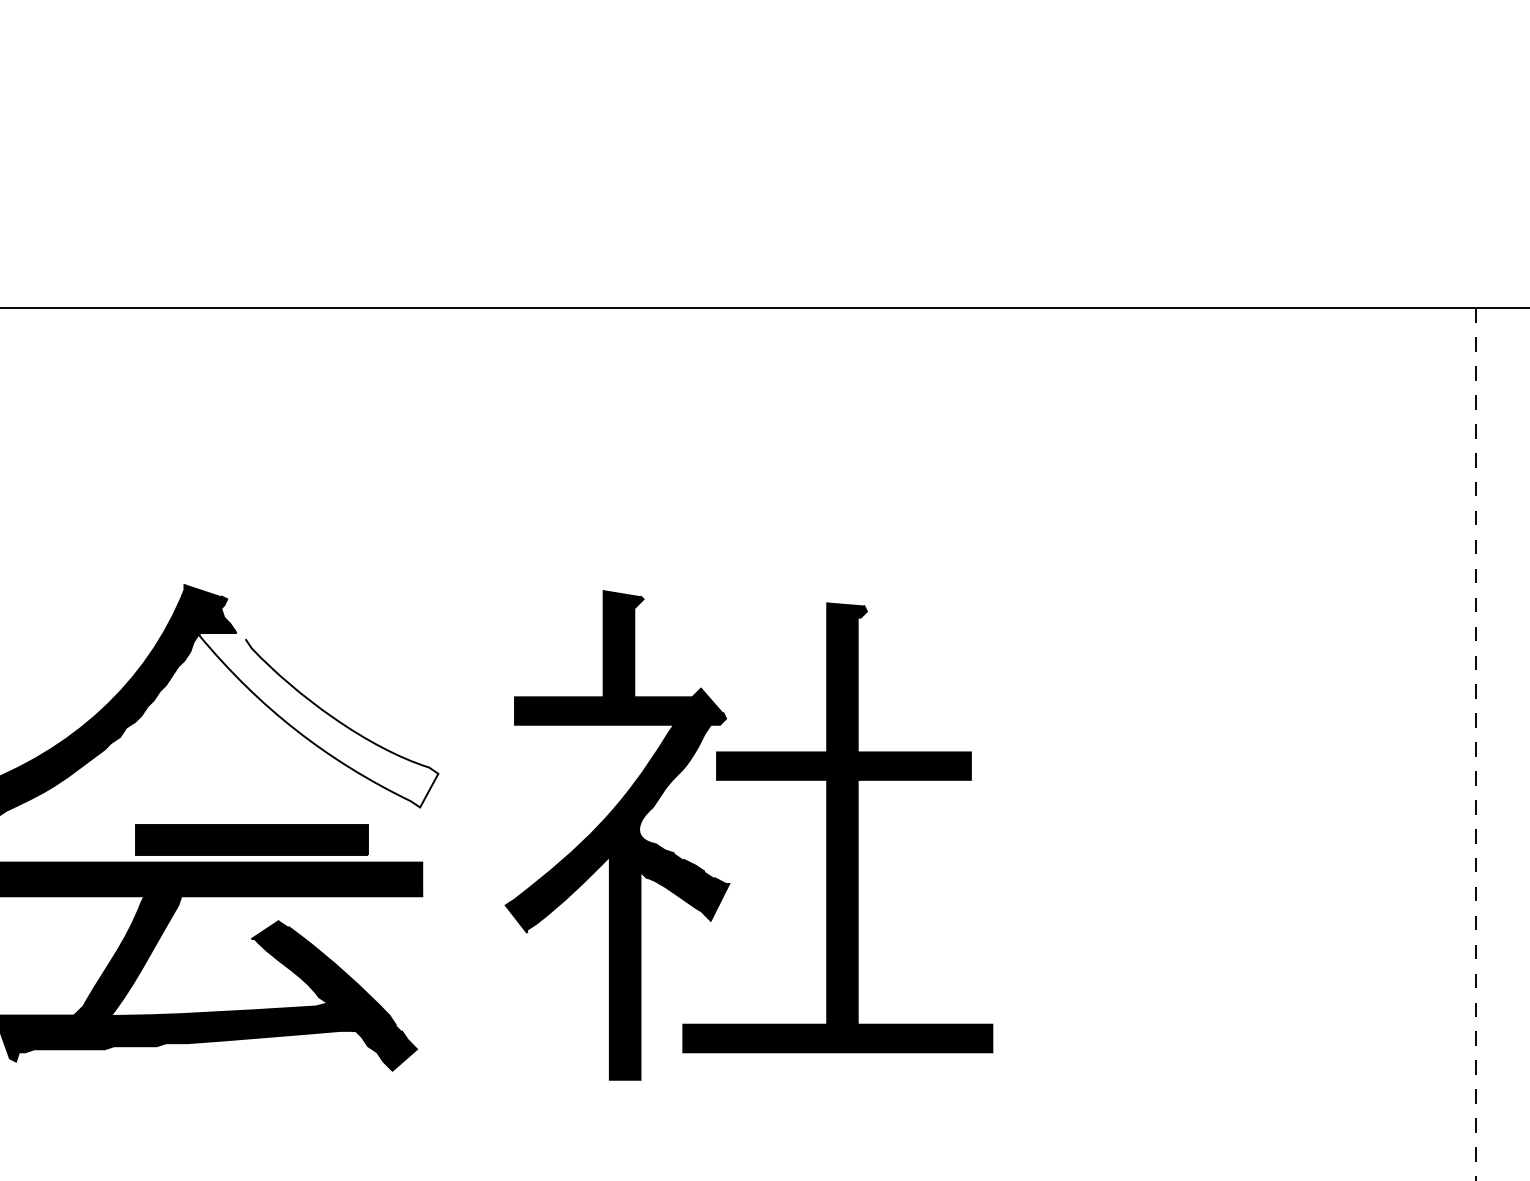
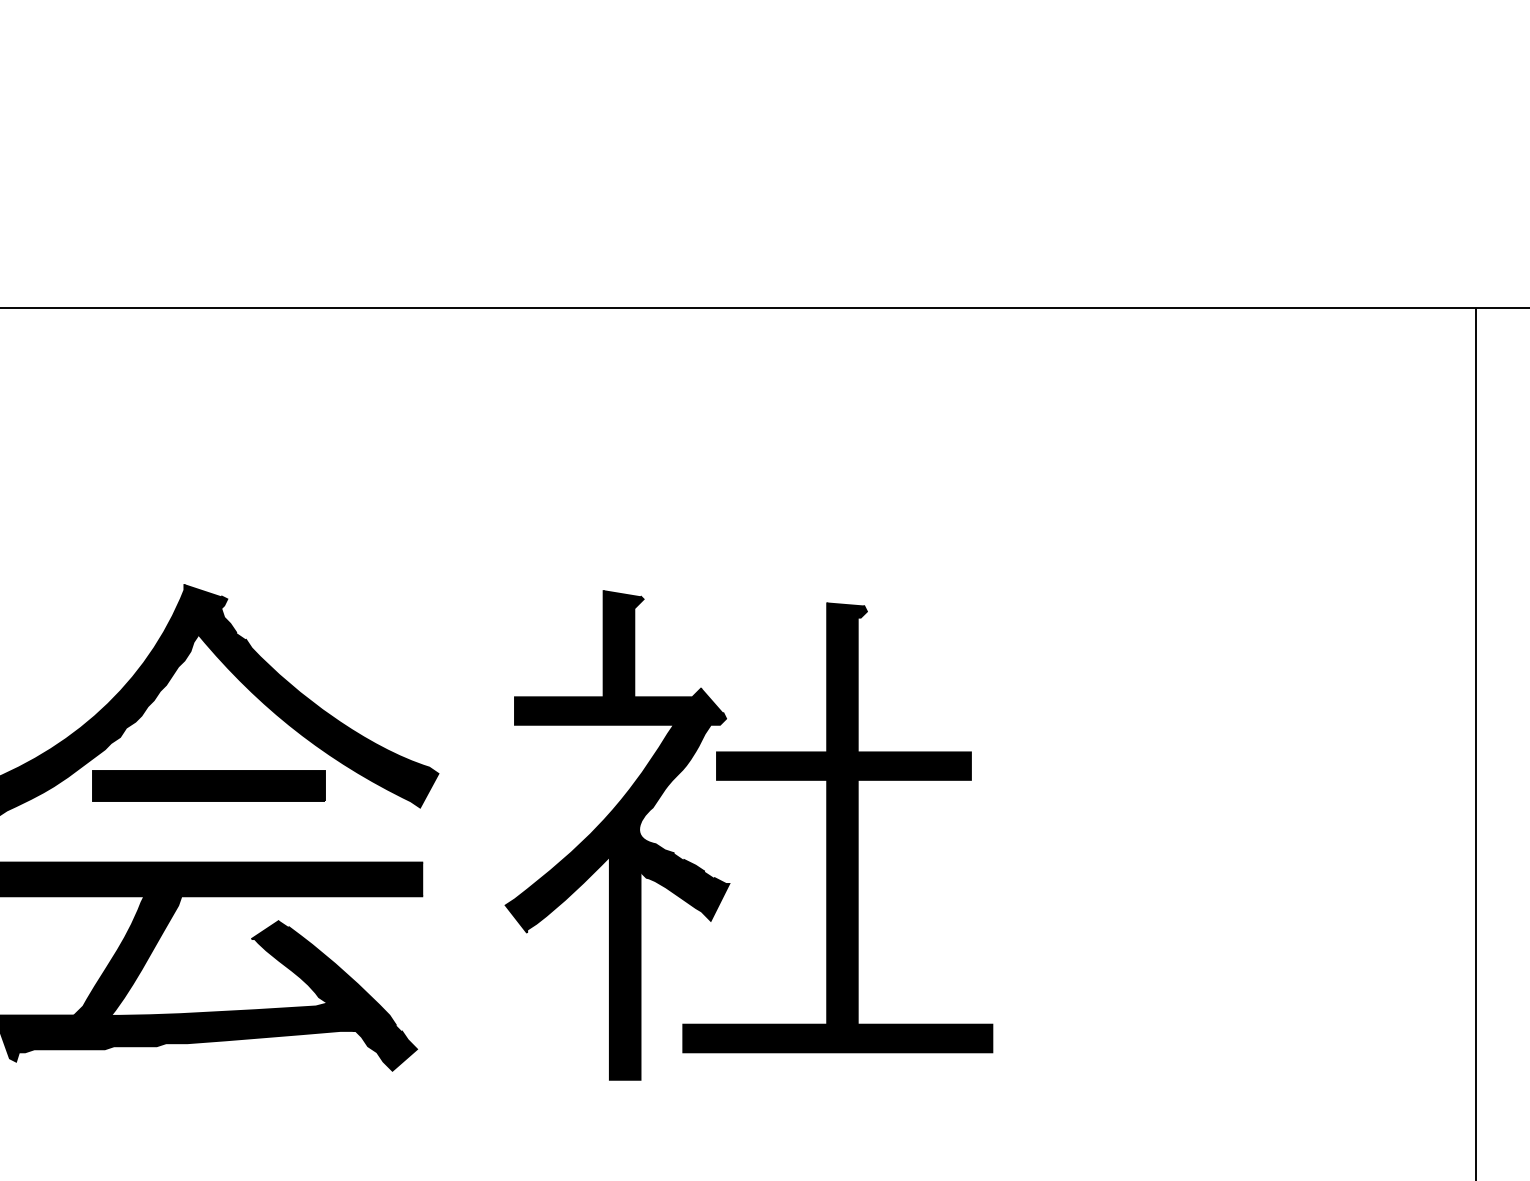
fill at (318, 719): none -> present
line at (1476, 744): dashed -> solid
part at (251, 839) position: (251, 839) -> (208, 785)
